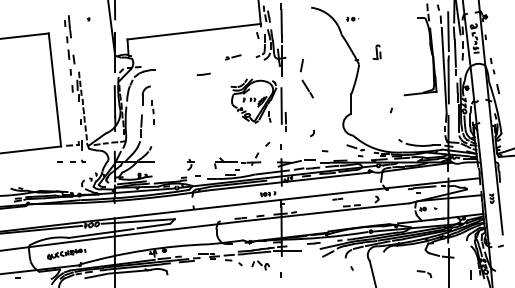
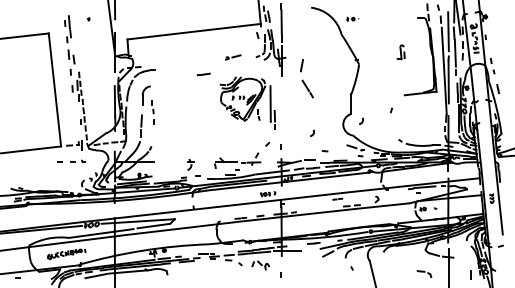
part at (376, 52) position: (376, 52) -> (400, 52)
part at (258, 104) position: (258, 104) -> (247, 102)
arc at (362, 120): none -> present
